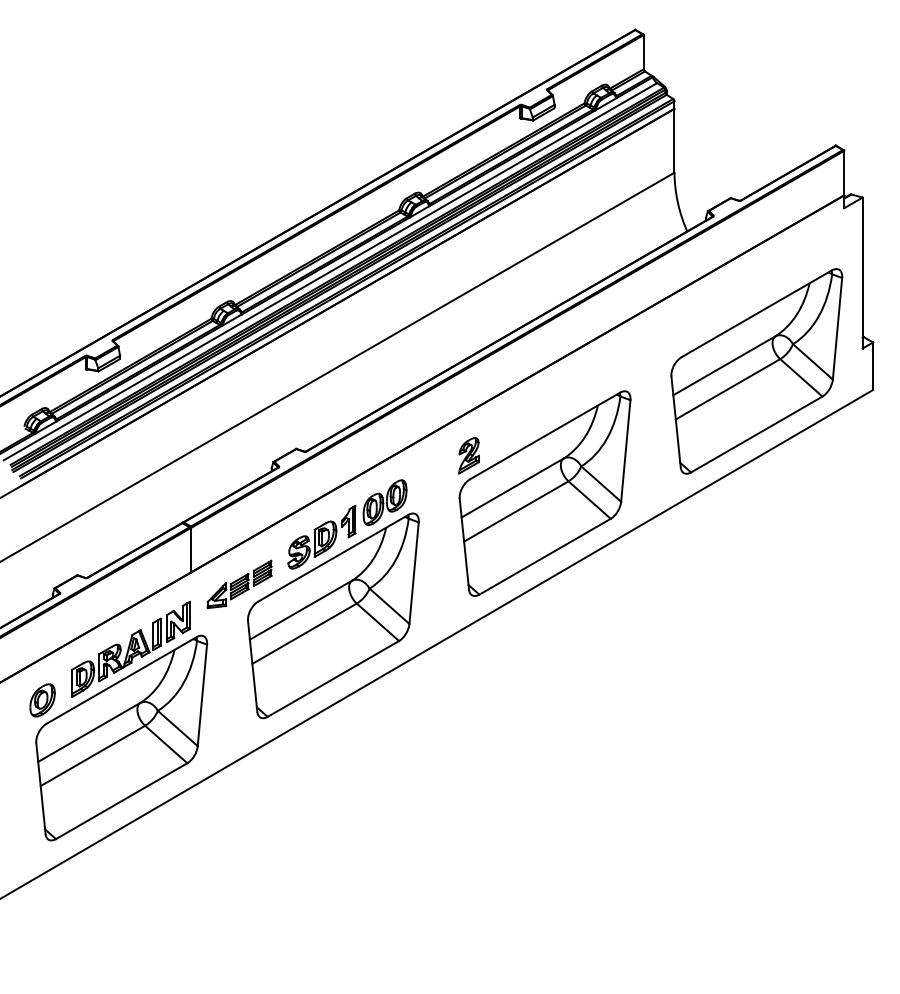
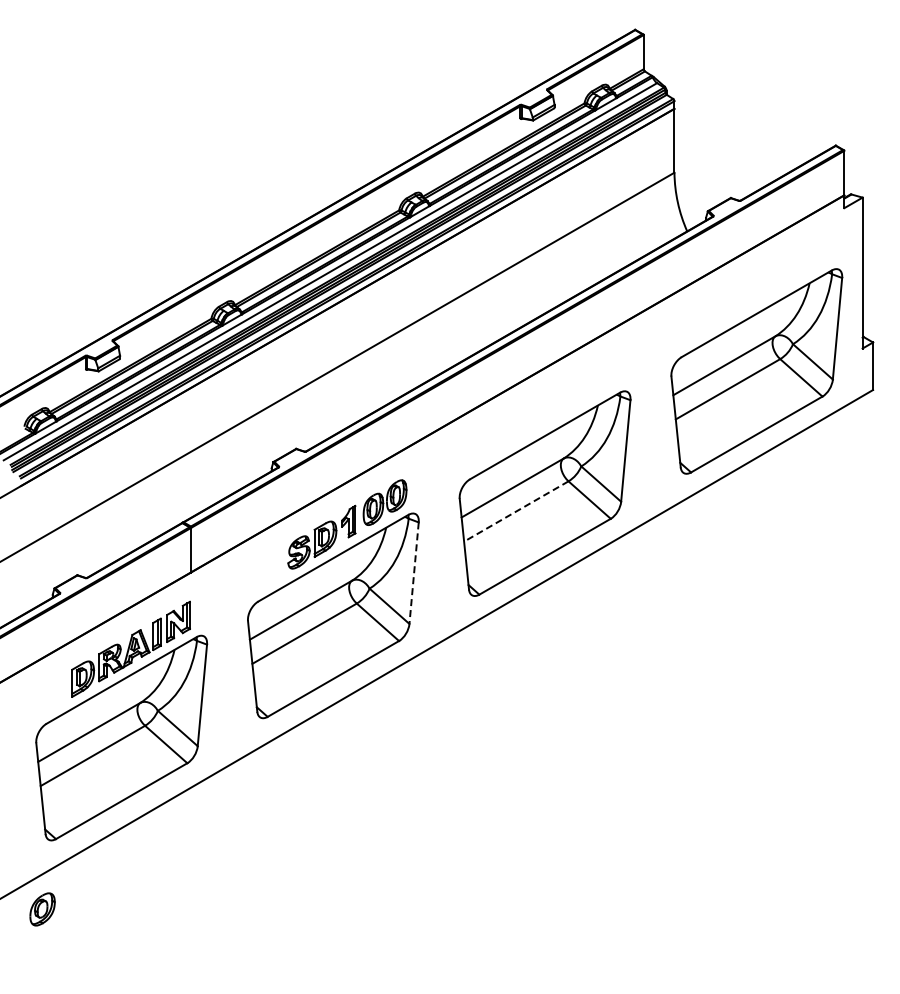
part at (468, 455): present -> none
line at (515, 511): solid -> dashed
line at (414, 573): solid -> dashed
part at (239, 584): present -> none
part at (42, 700) position: (42, 700) -> (42, 909)
